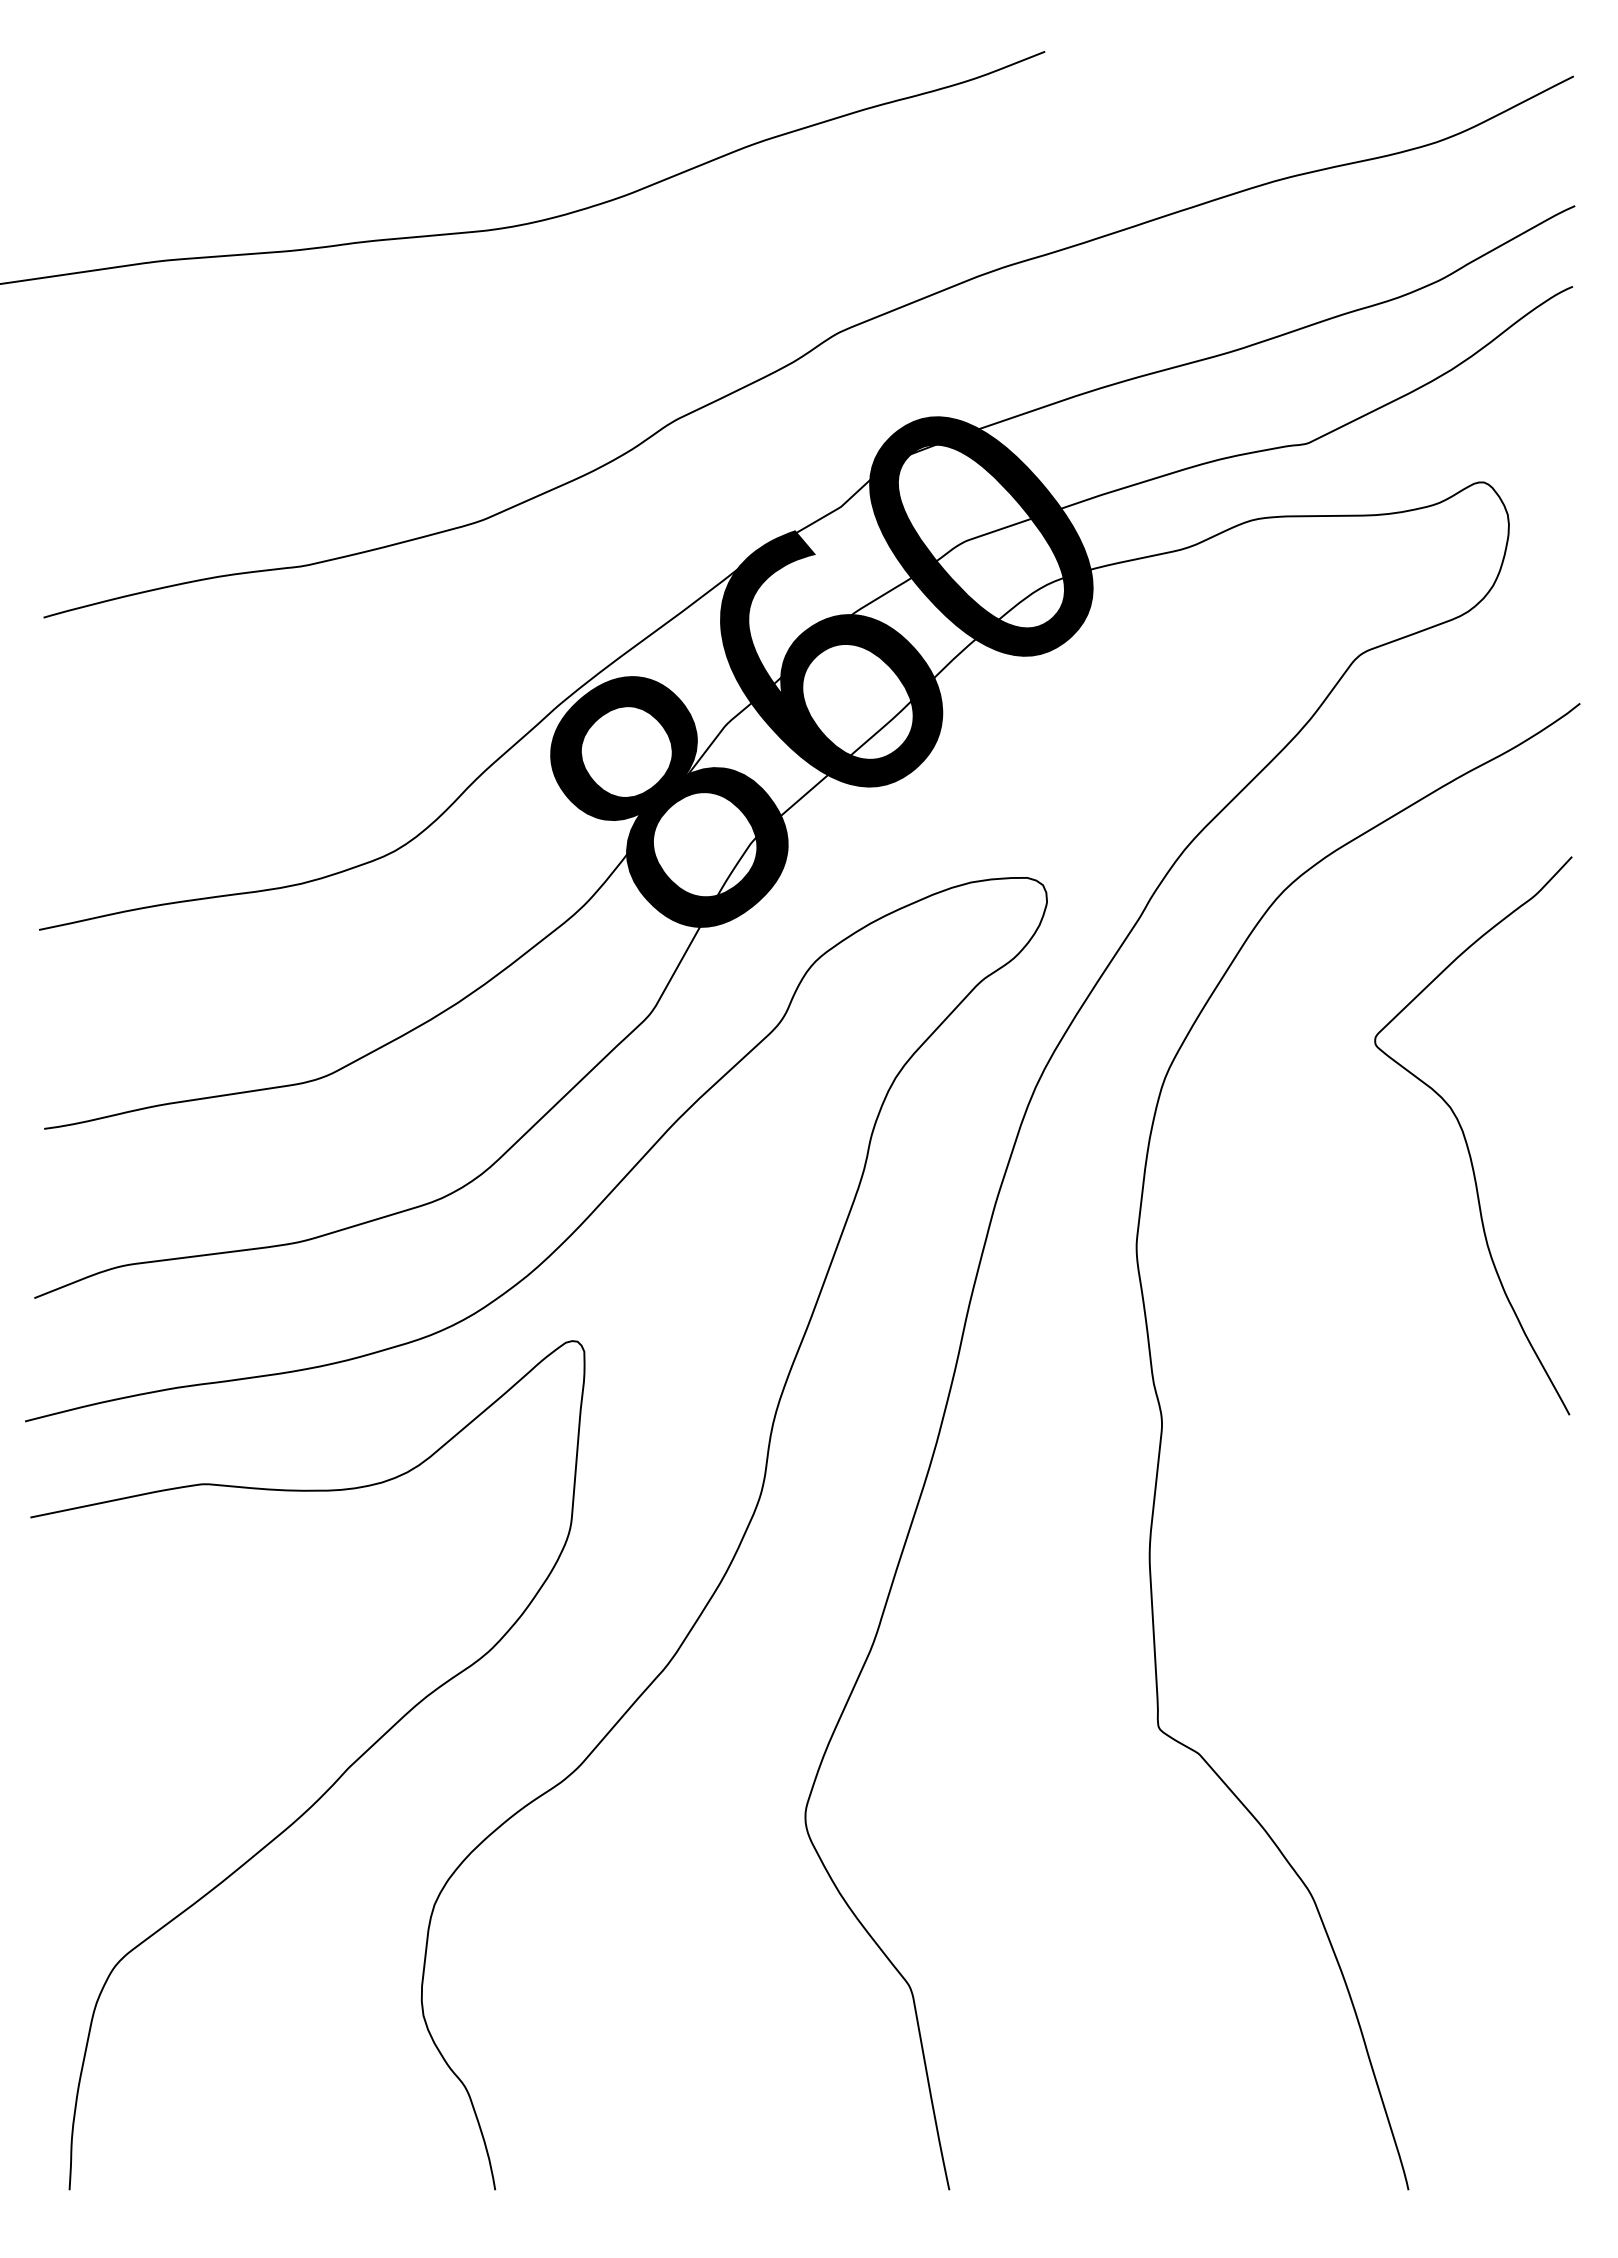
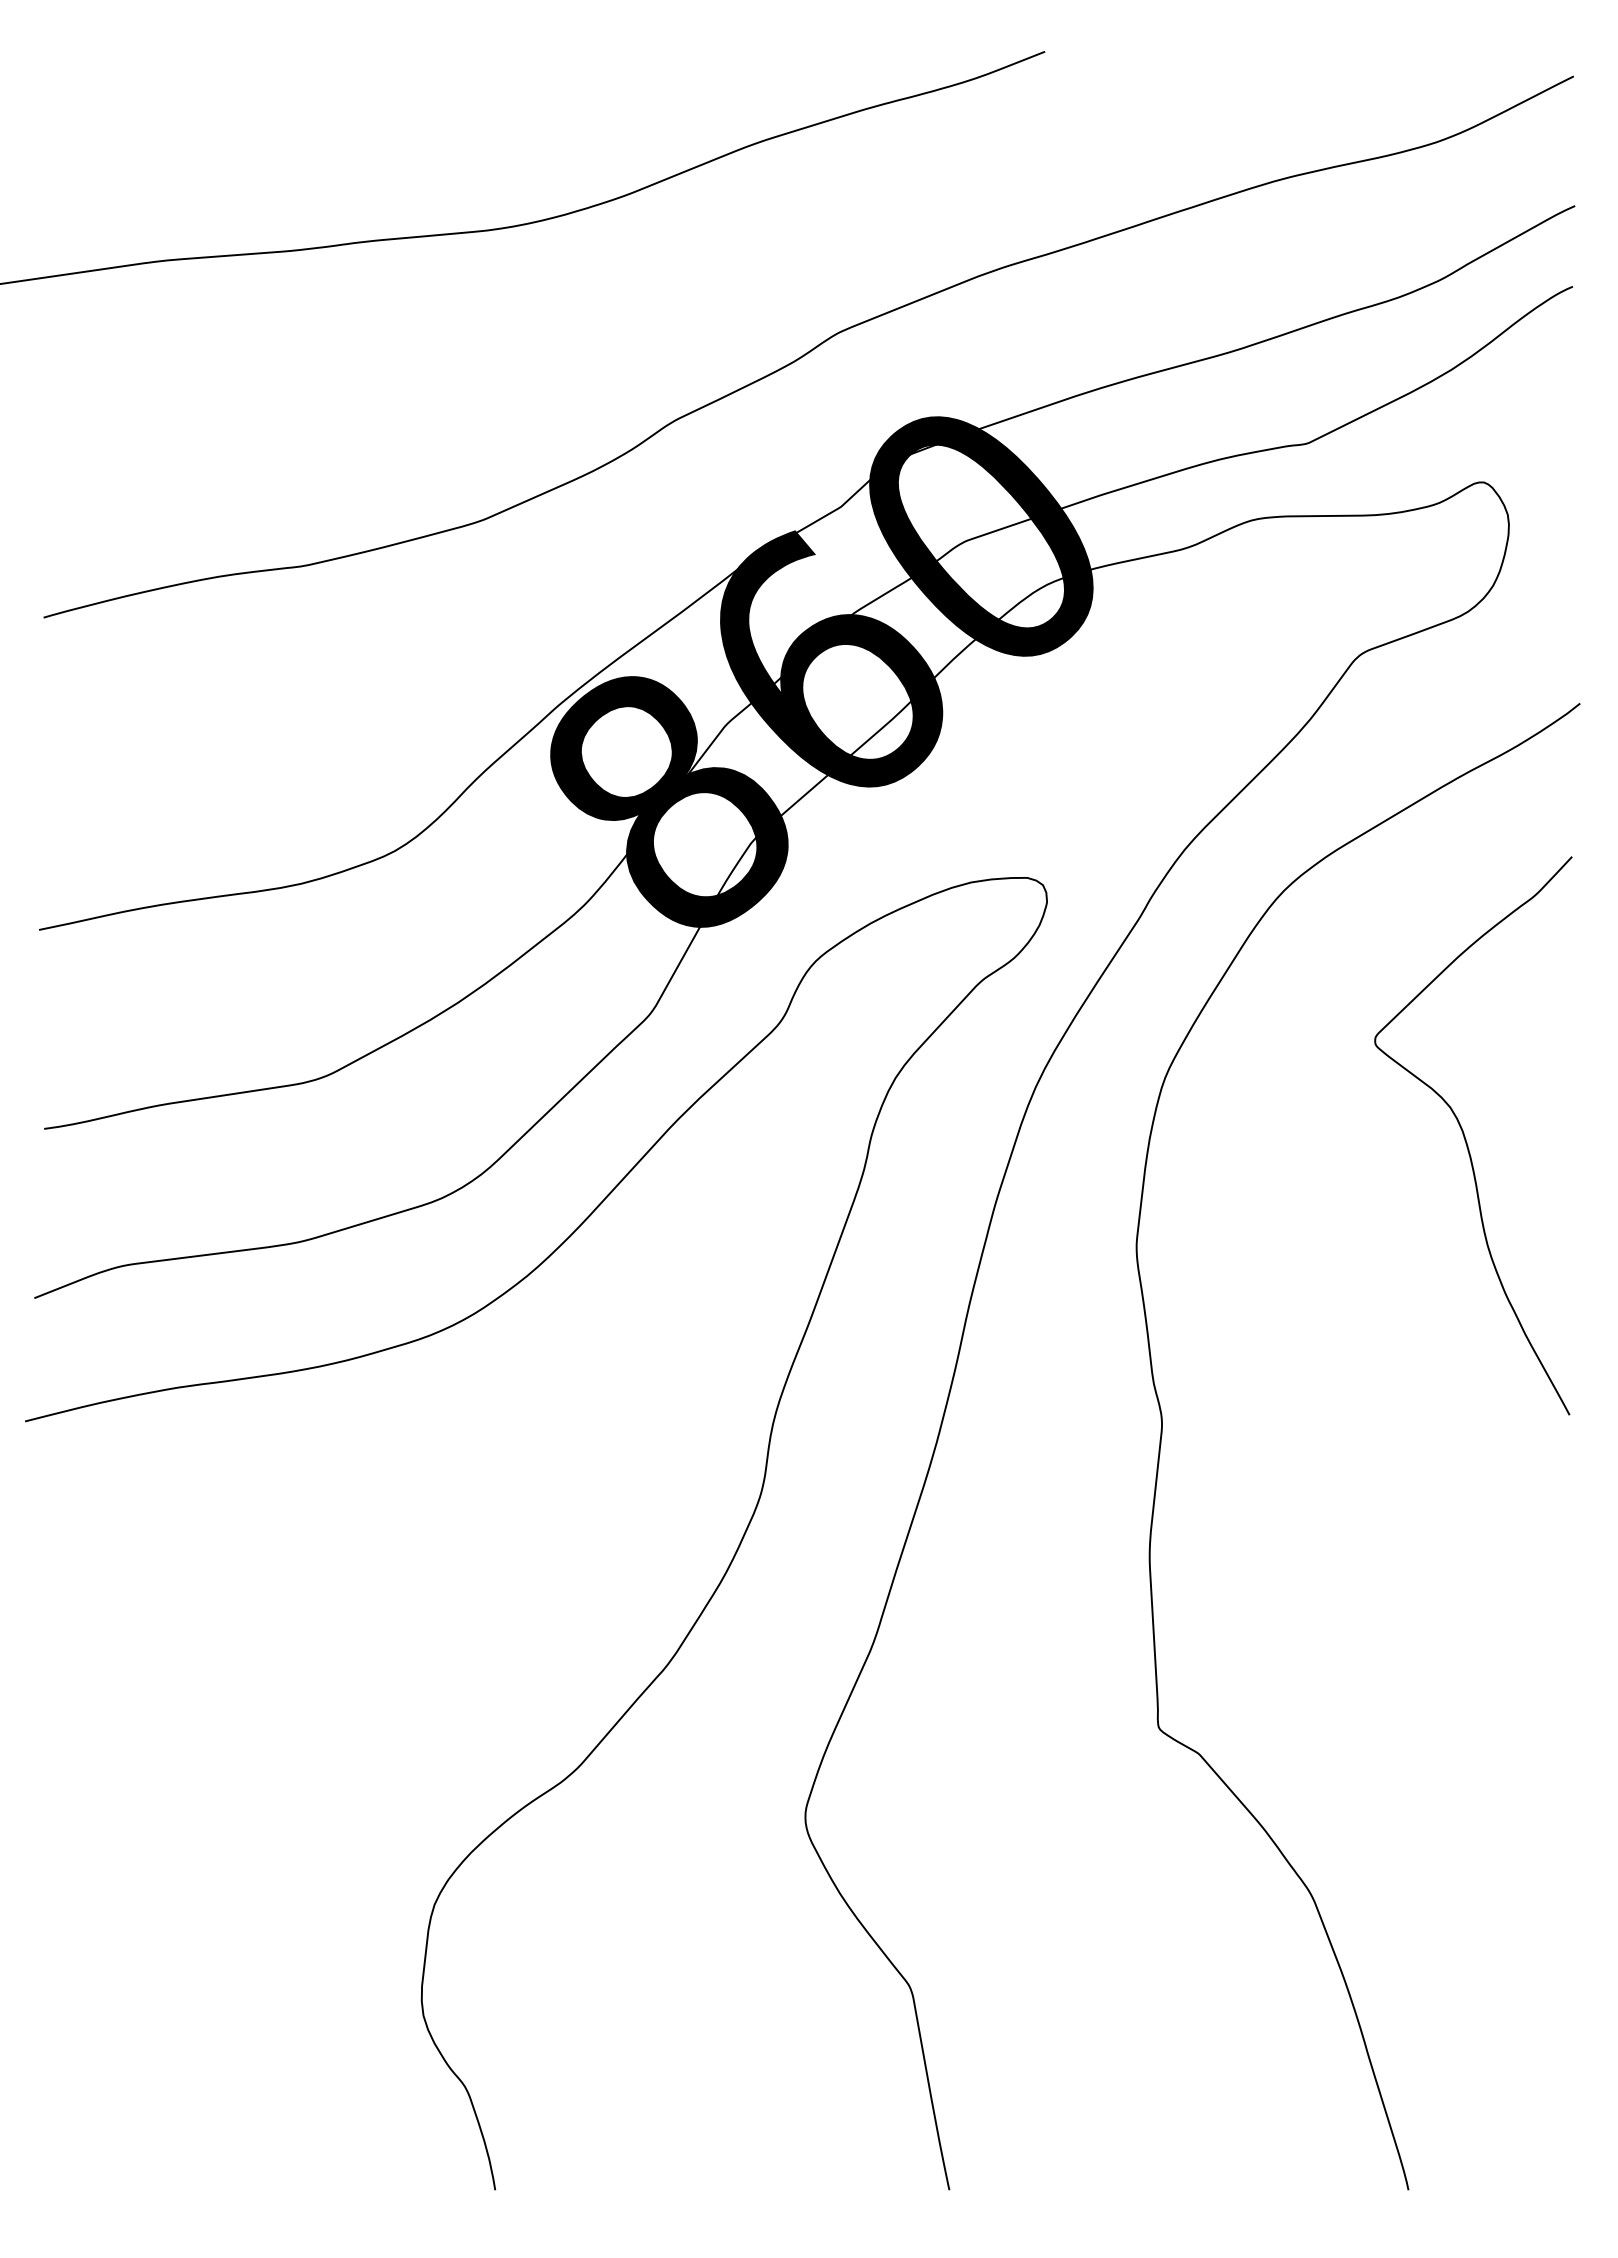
curve at (329, 1787): present -> none
